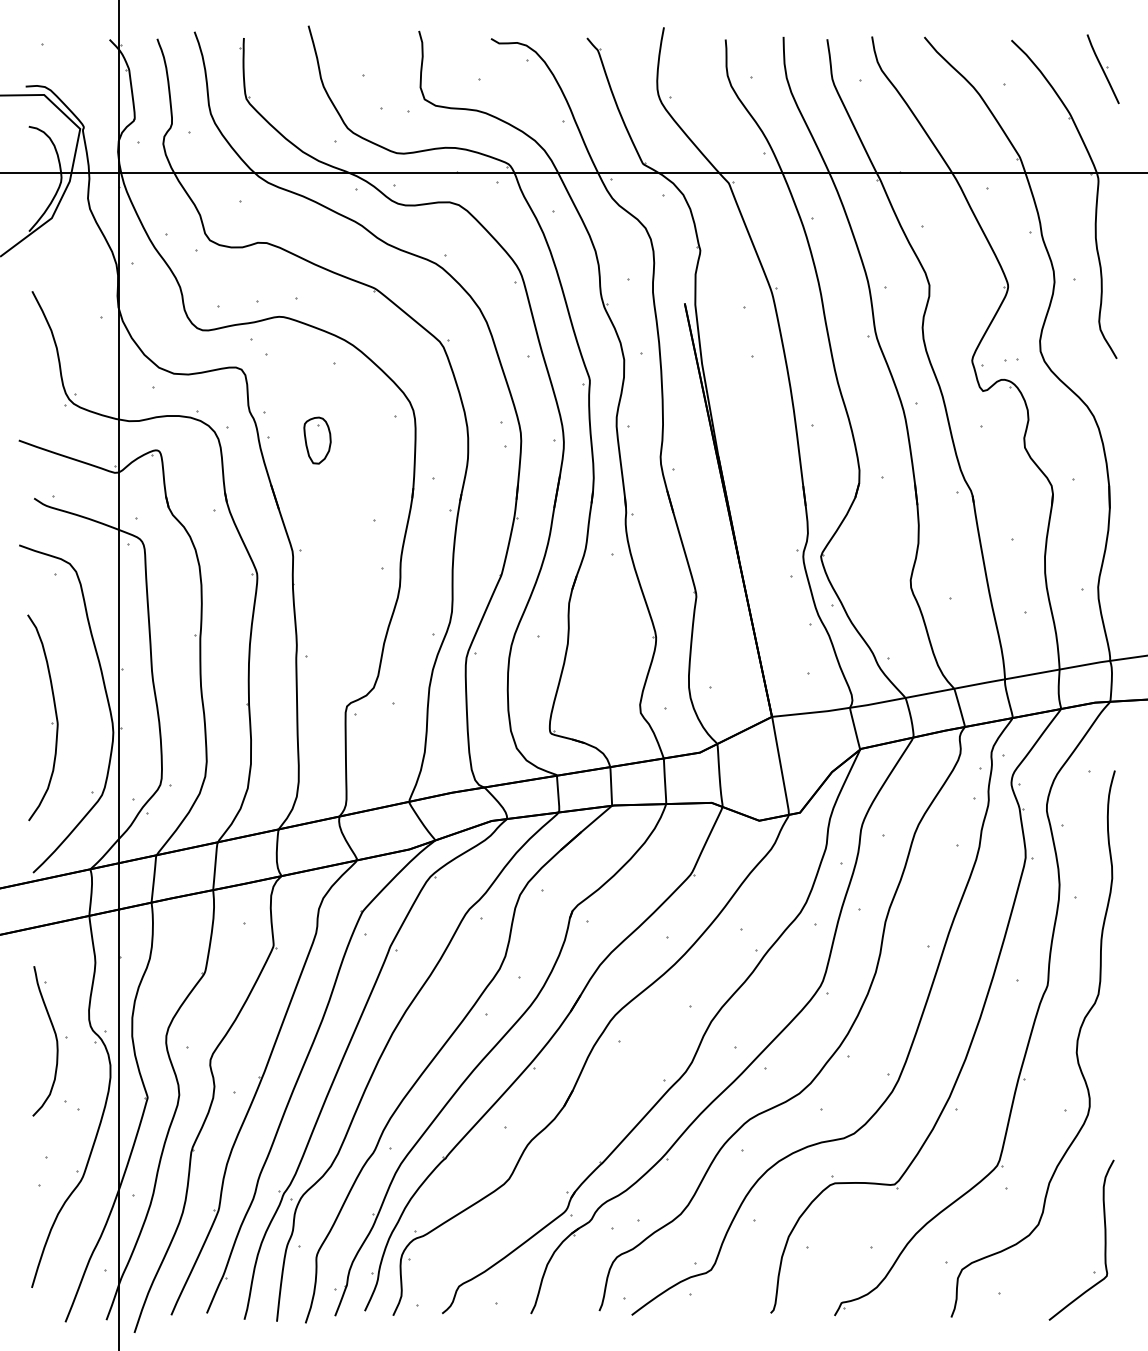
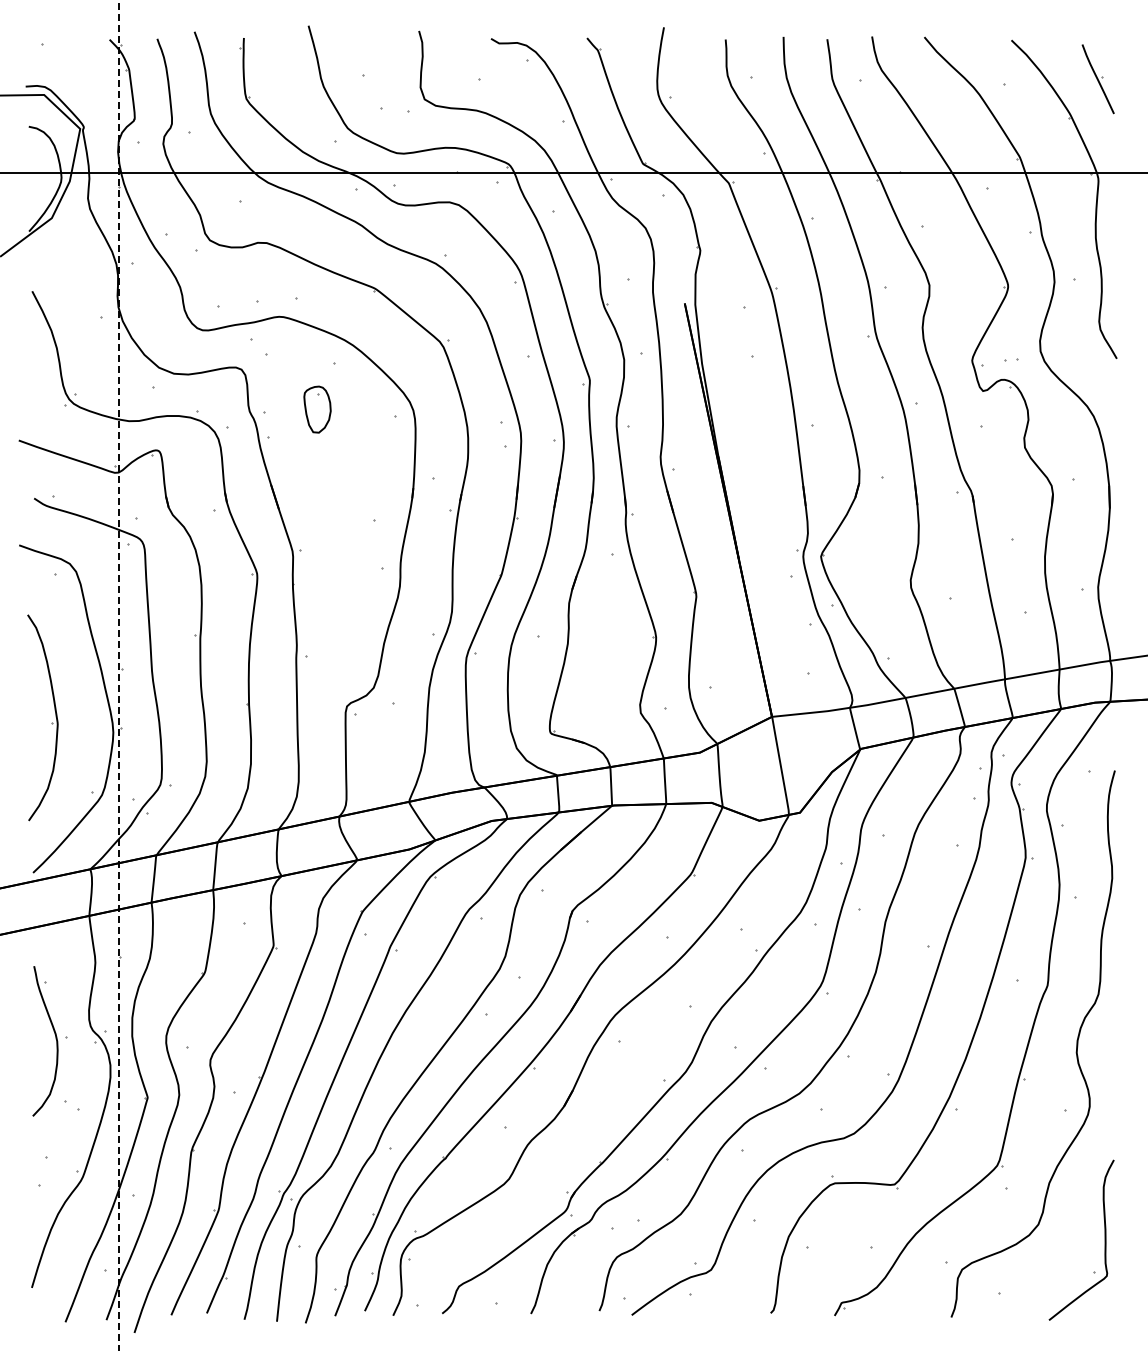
part at (1102, 69) position: (1102, 69) -> (1097, 79)
part at (317, 440) position: (317, 440) -> (317, 409)
line at (119, 675): solid -> dashed
